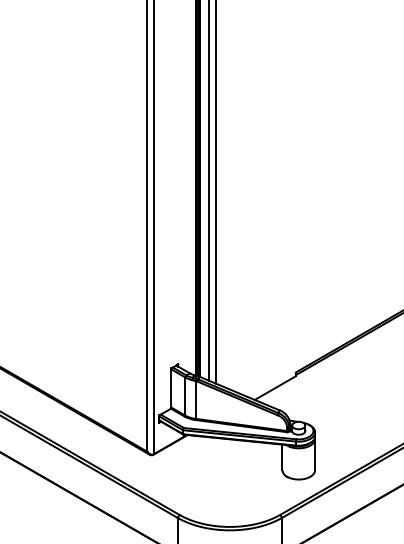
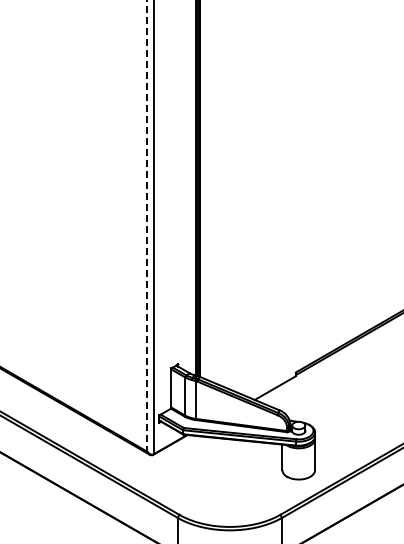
line at (209, 191): present -> none
line at (215, 192): present -> none
line at (147, 226): solid -> dashed
